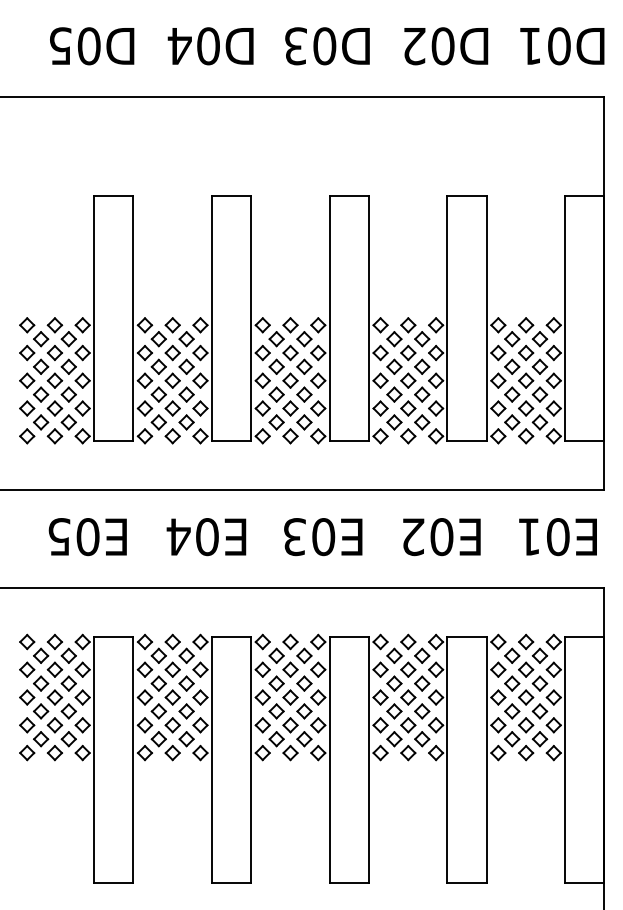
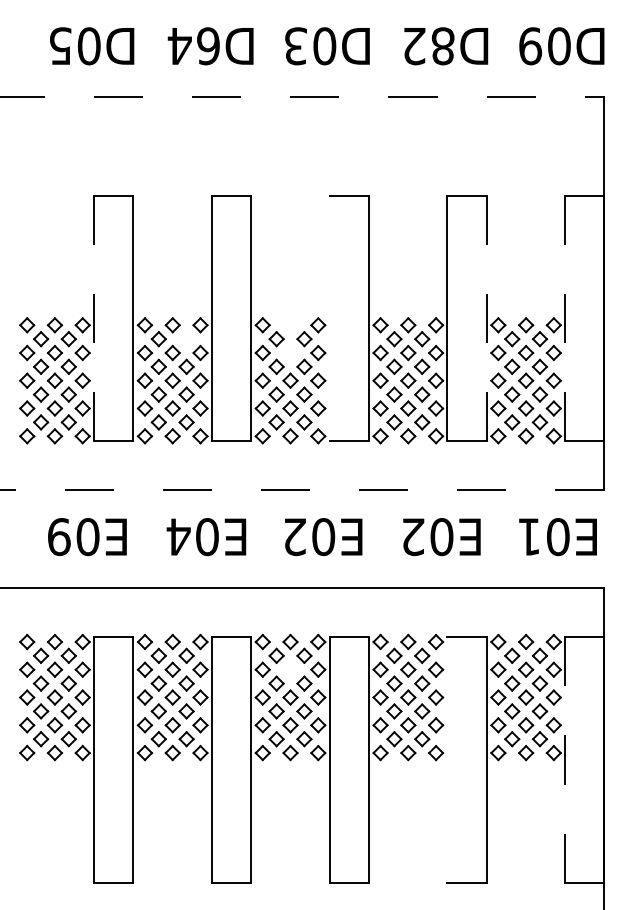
text at (208, 46): D04 -> D64
text at (442, 46): D02 -> D82
text at (530, 46): D01 -> D09
line at (302, 97): solid -> dashed
line at (94, 318): solid -> dashed
line at (329, 318): present -> none
line at (486, 318): solid -> dashed
line at (565, 318): solid -> dashed
part at (290, 325): present -> none
part at (186, 339): present -> none
part at (290, 352): present -> none
line at (302, 490): solid -> dashed
text at (294, 536): E03 -> E02
text at (59, 537): E05 -> E09
part at (290, 669): present -> none
line at (447, 759): present -> none
line at (565, 760): solid -> dashed
